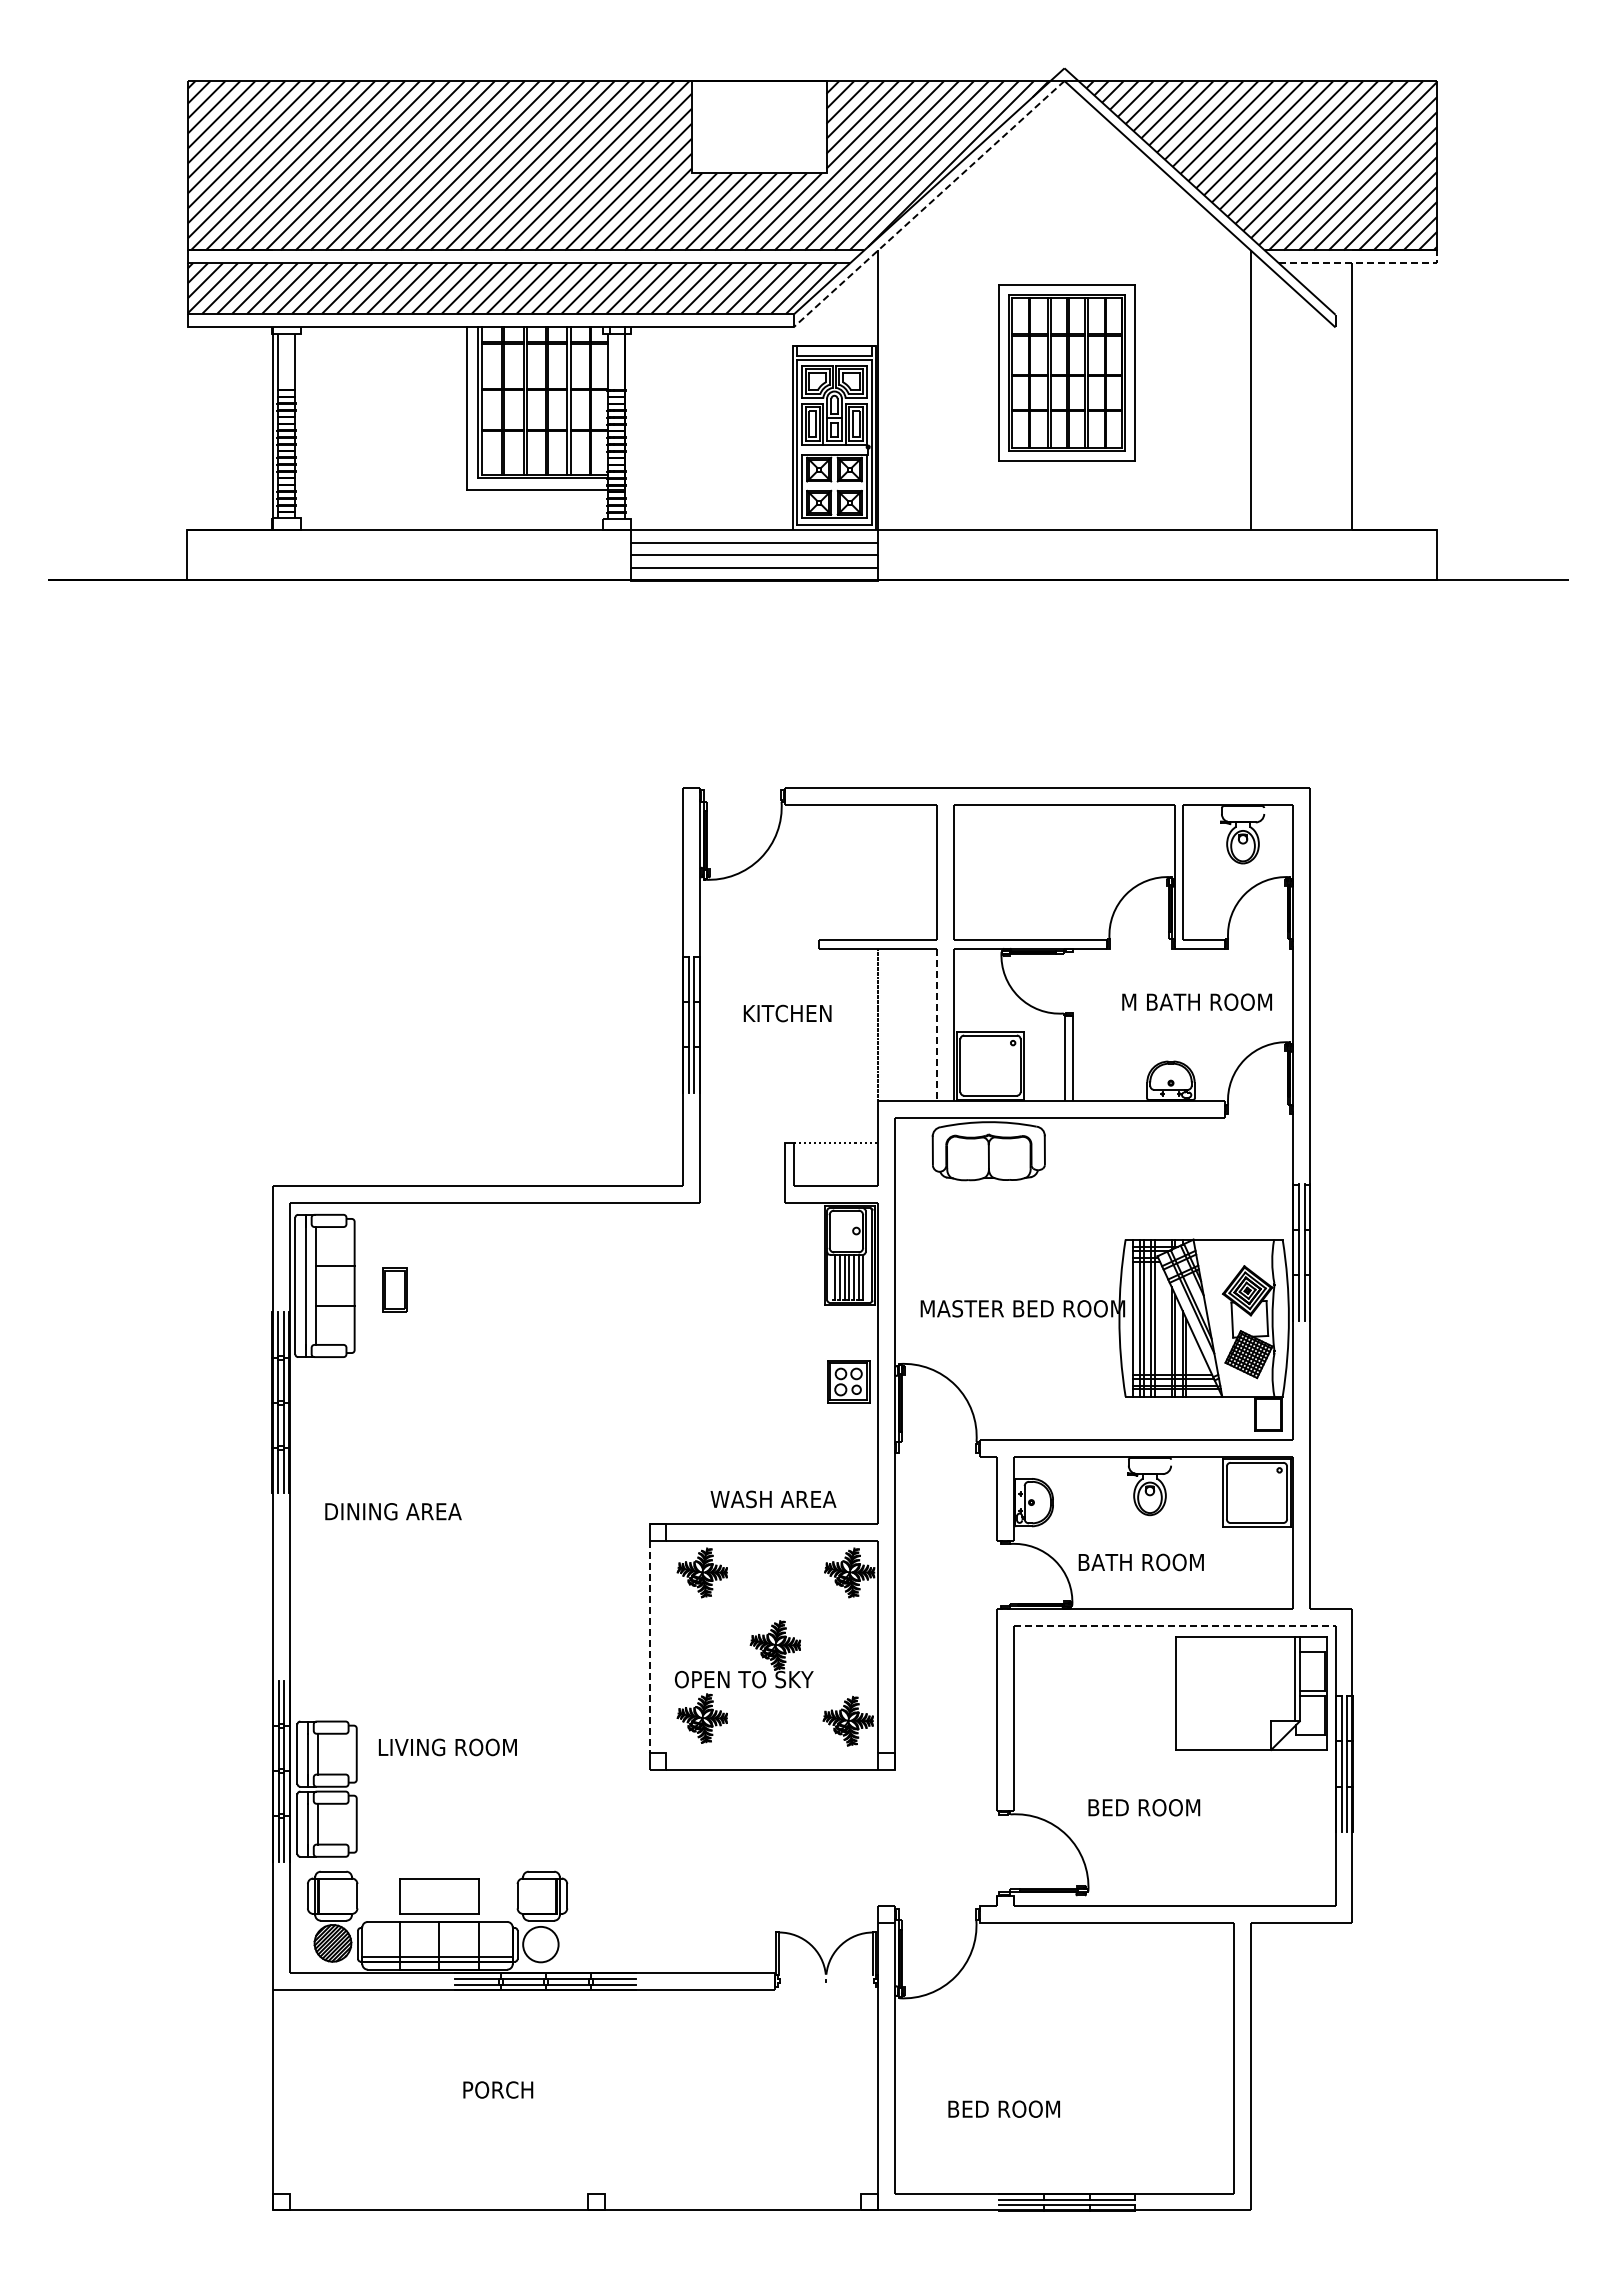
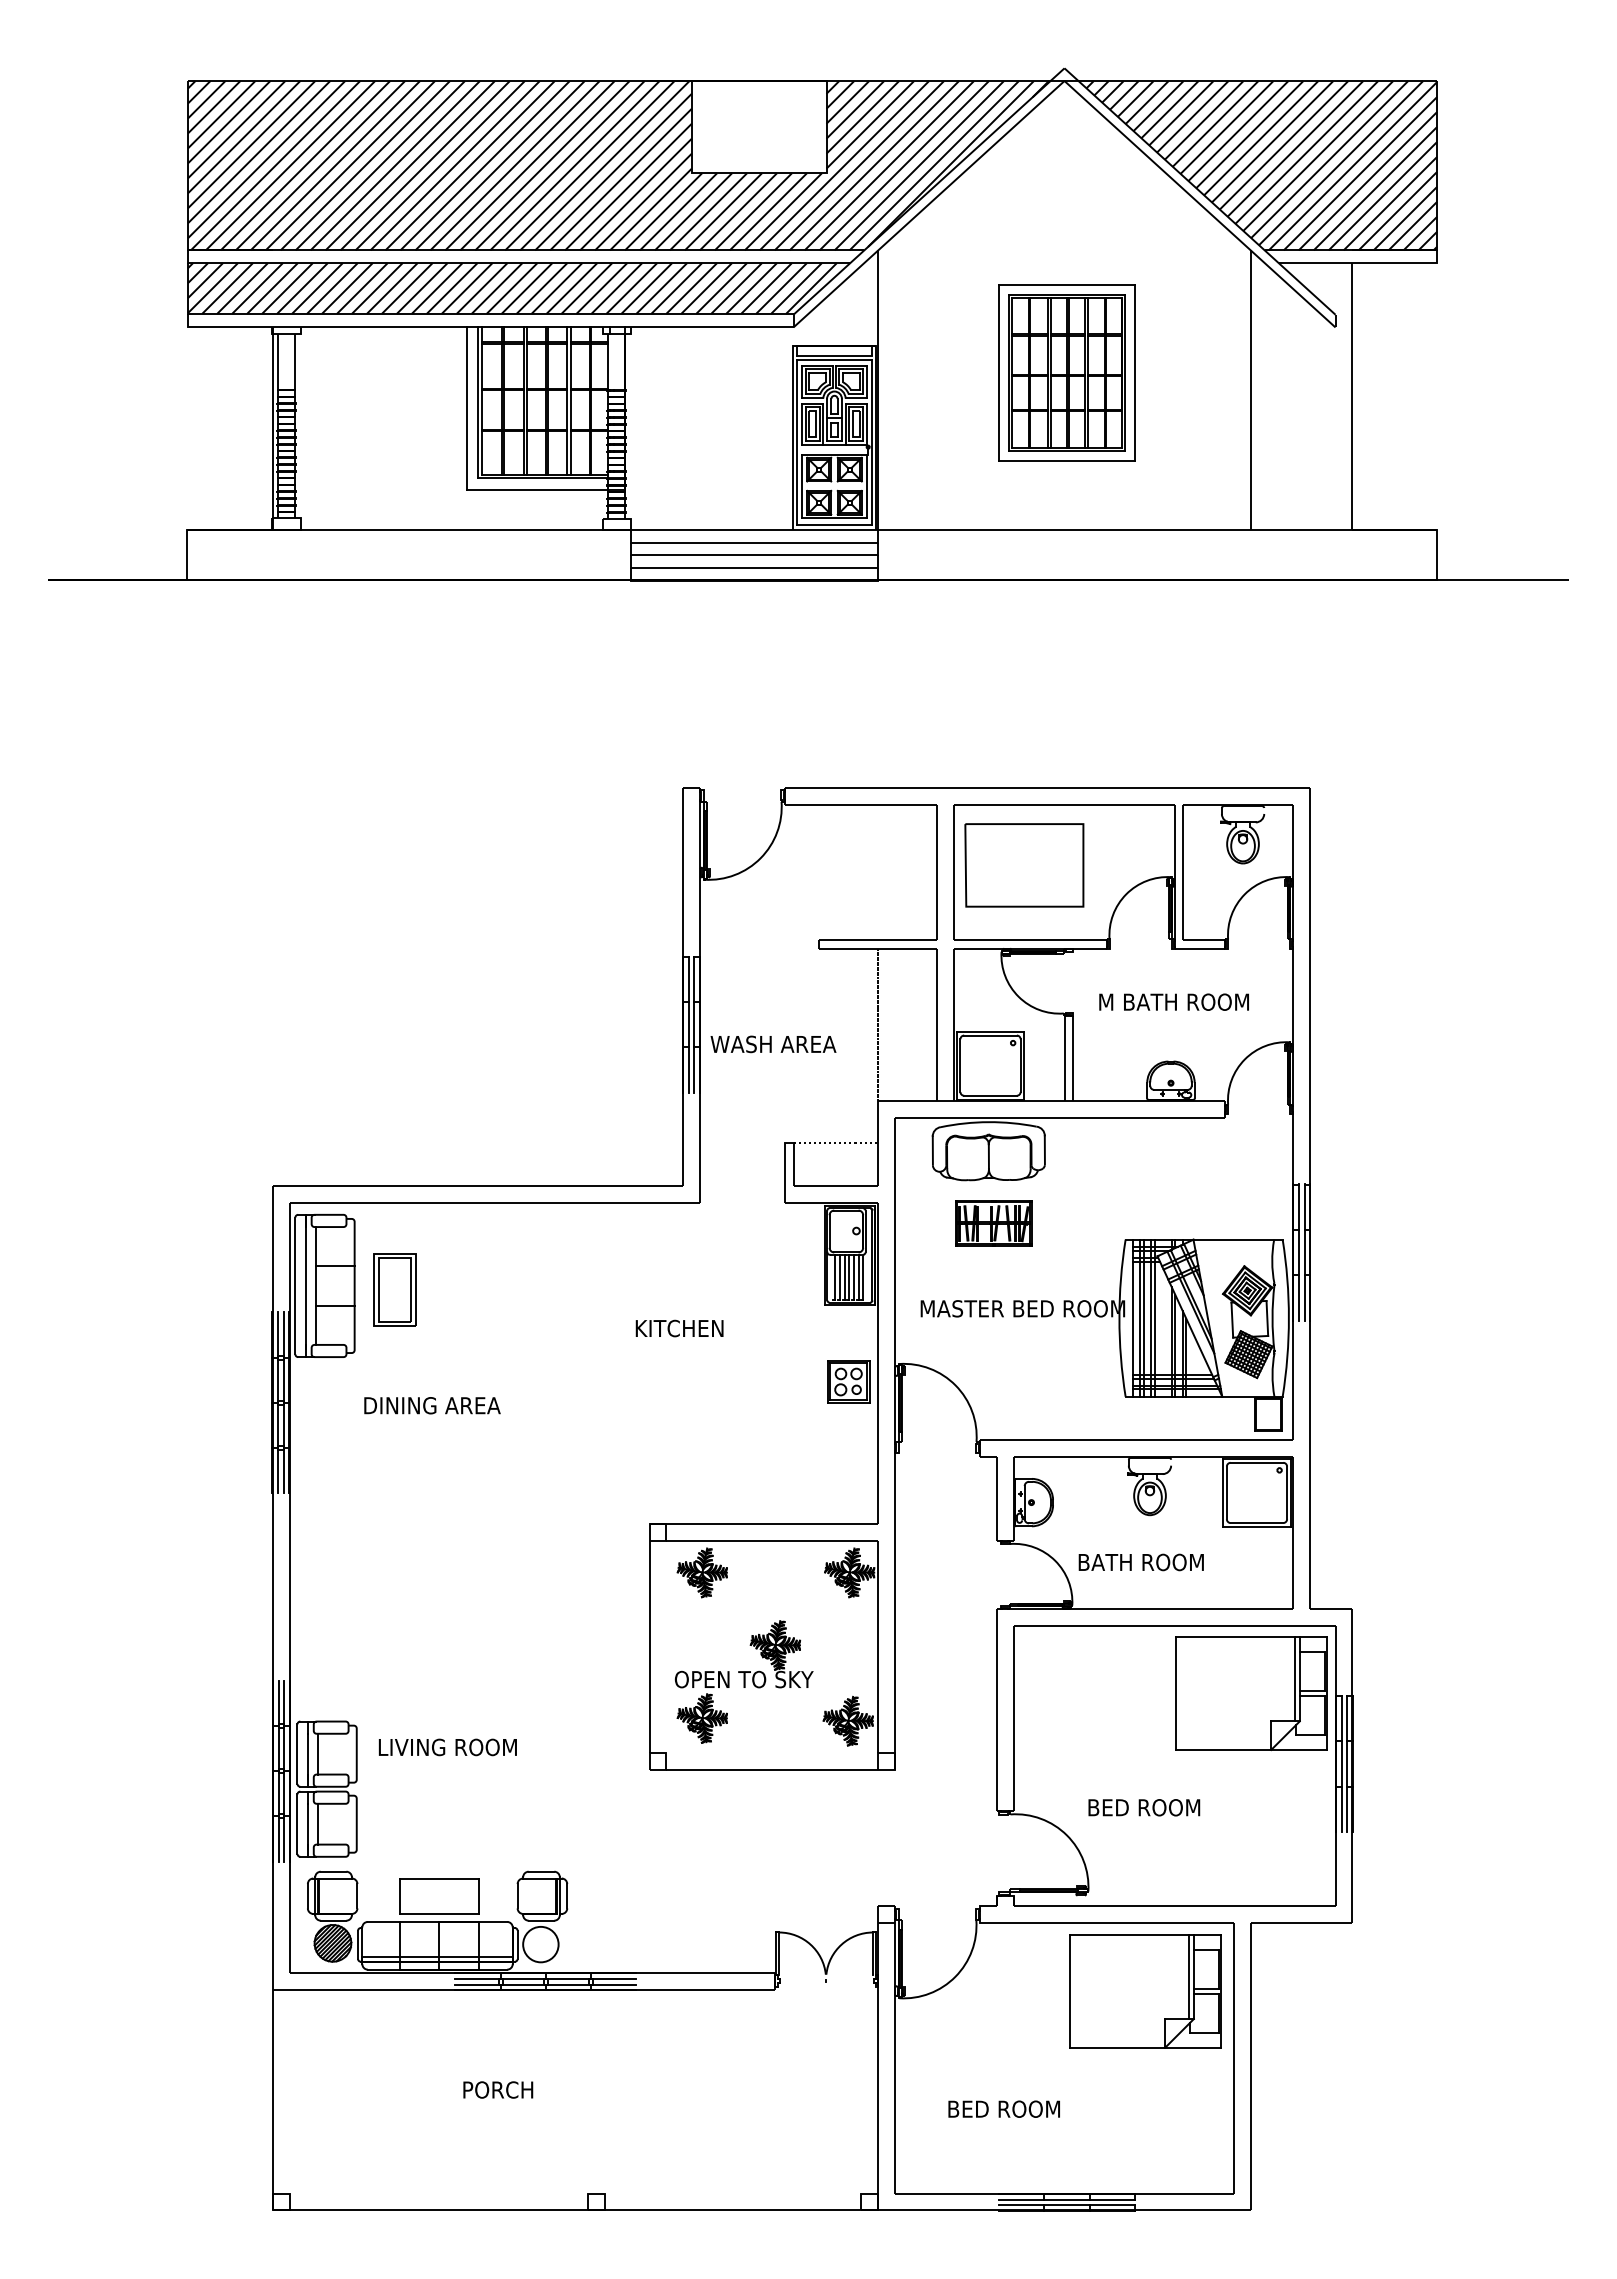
line at (928, 204): dashed -> solid
line at (1365, 263): dashed -> solid
part at (1024, 865): none -> present
text at (1196, 1001) position: (1196, 1001) -> (1173, 1001)
text at (787, 1013) position: (787, 1013) -> (679, 1328)
line at (937, 1025): dashed -> solid
part at (993, 1223): none -> present
part at (394, 1289) size: 26x46 px -> 44x74 px
text at (773, 1499) position: (773, 1499) -> (773, 1044)
text at (393, 1511) position: (393, 1511) -> (432, 1405)
line at (1174, 1626): dashed -> solid
line at (649, 1647): dashed -> solid
part at (1145, 1991): none -> present
